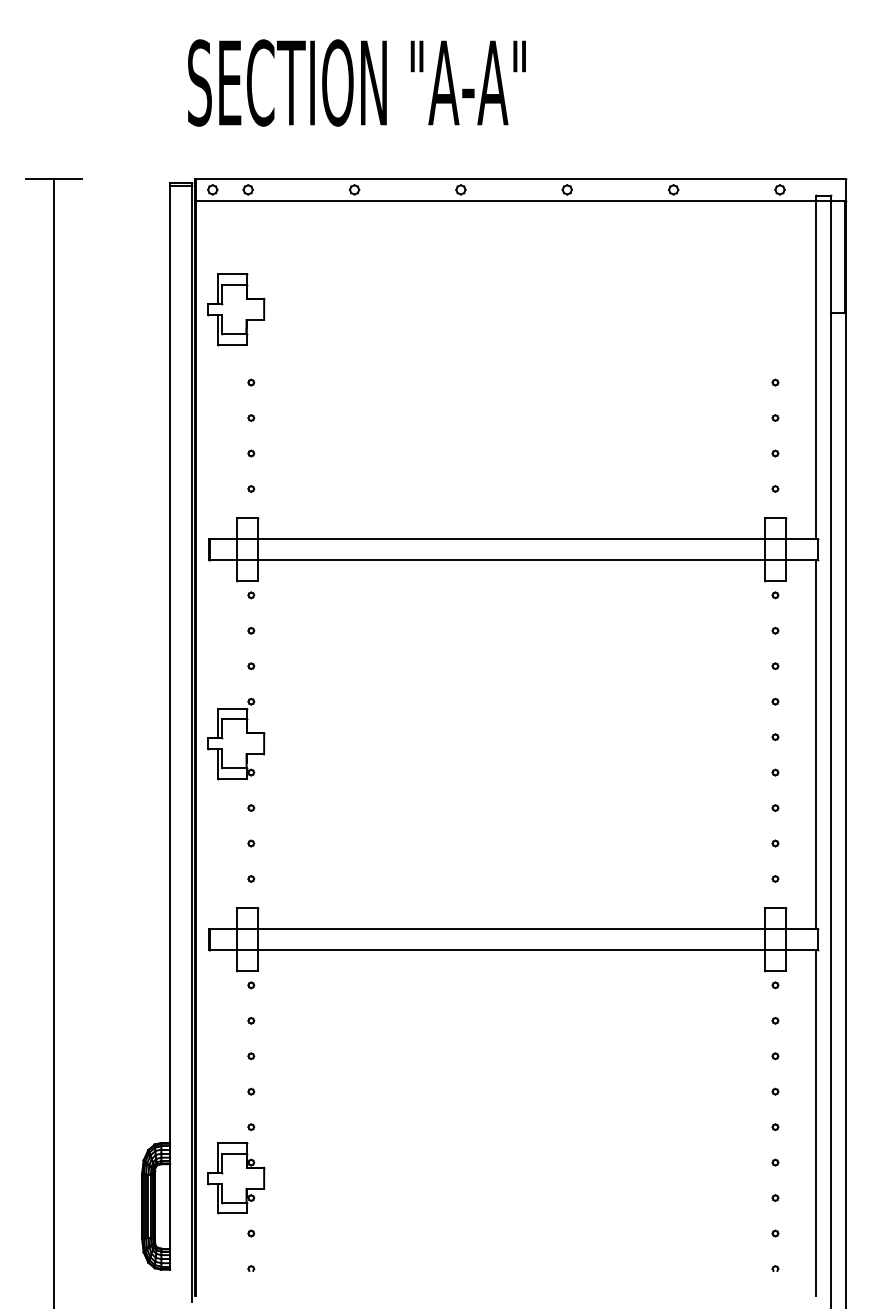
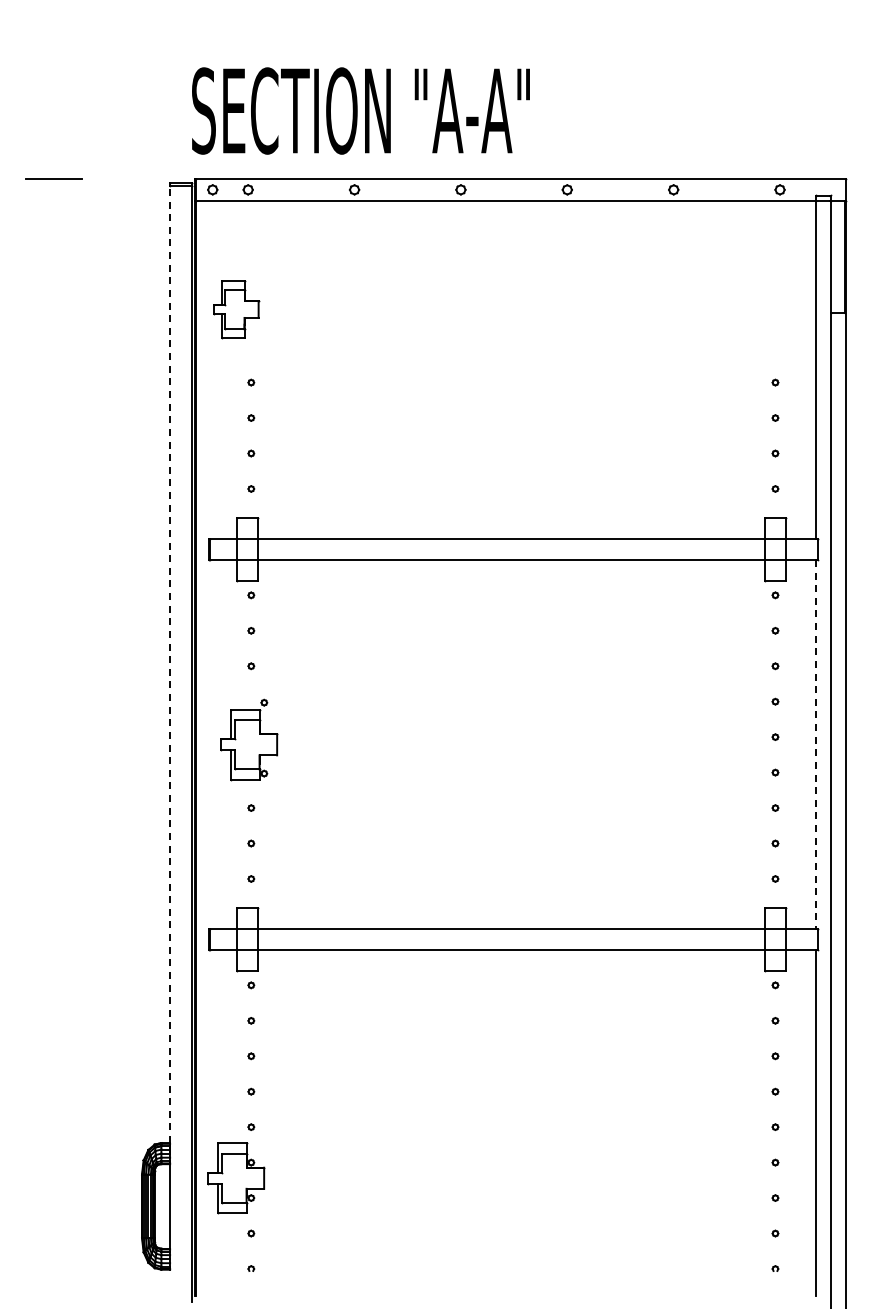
text at (356, 82) position: (356, 82) -> (360, 110)
part at (236, 309) size: 59x74 px -> 48x60 px
line at (170, 664): solid -> dashed
part at (236, 738) position: (236, 738) -> (249, 739)
line at (54, 742): present -> none
line at (815, 744): solid -> dashed
